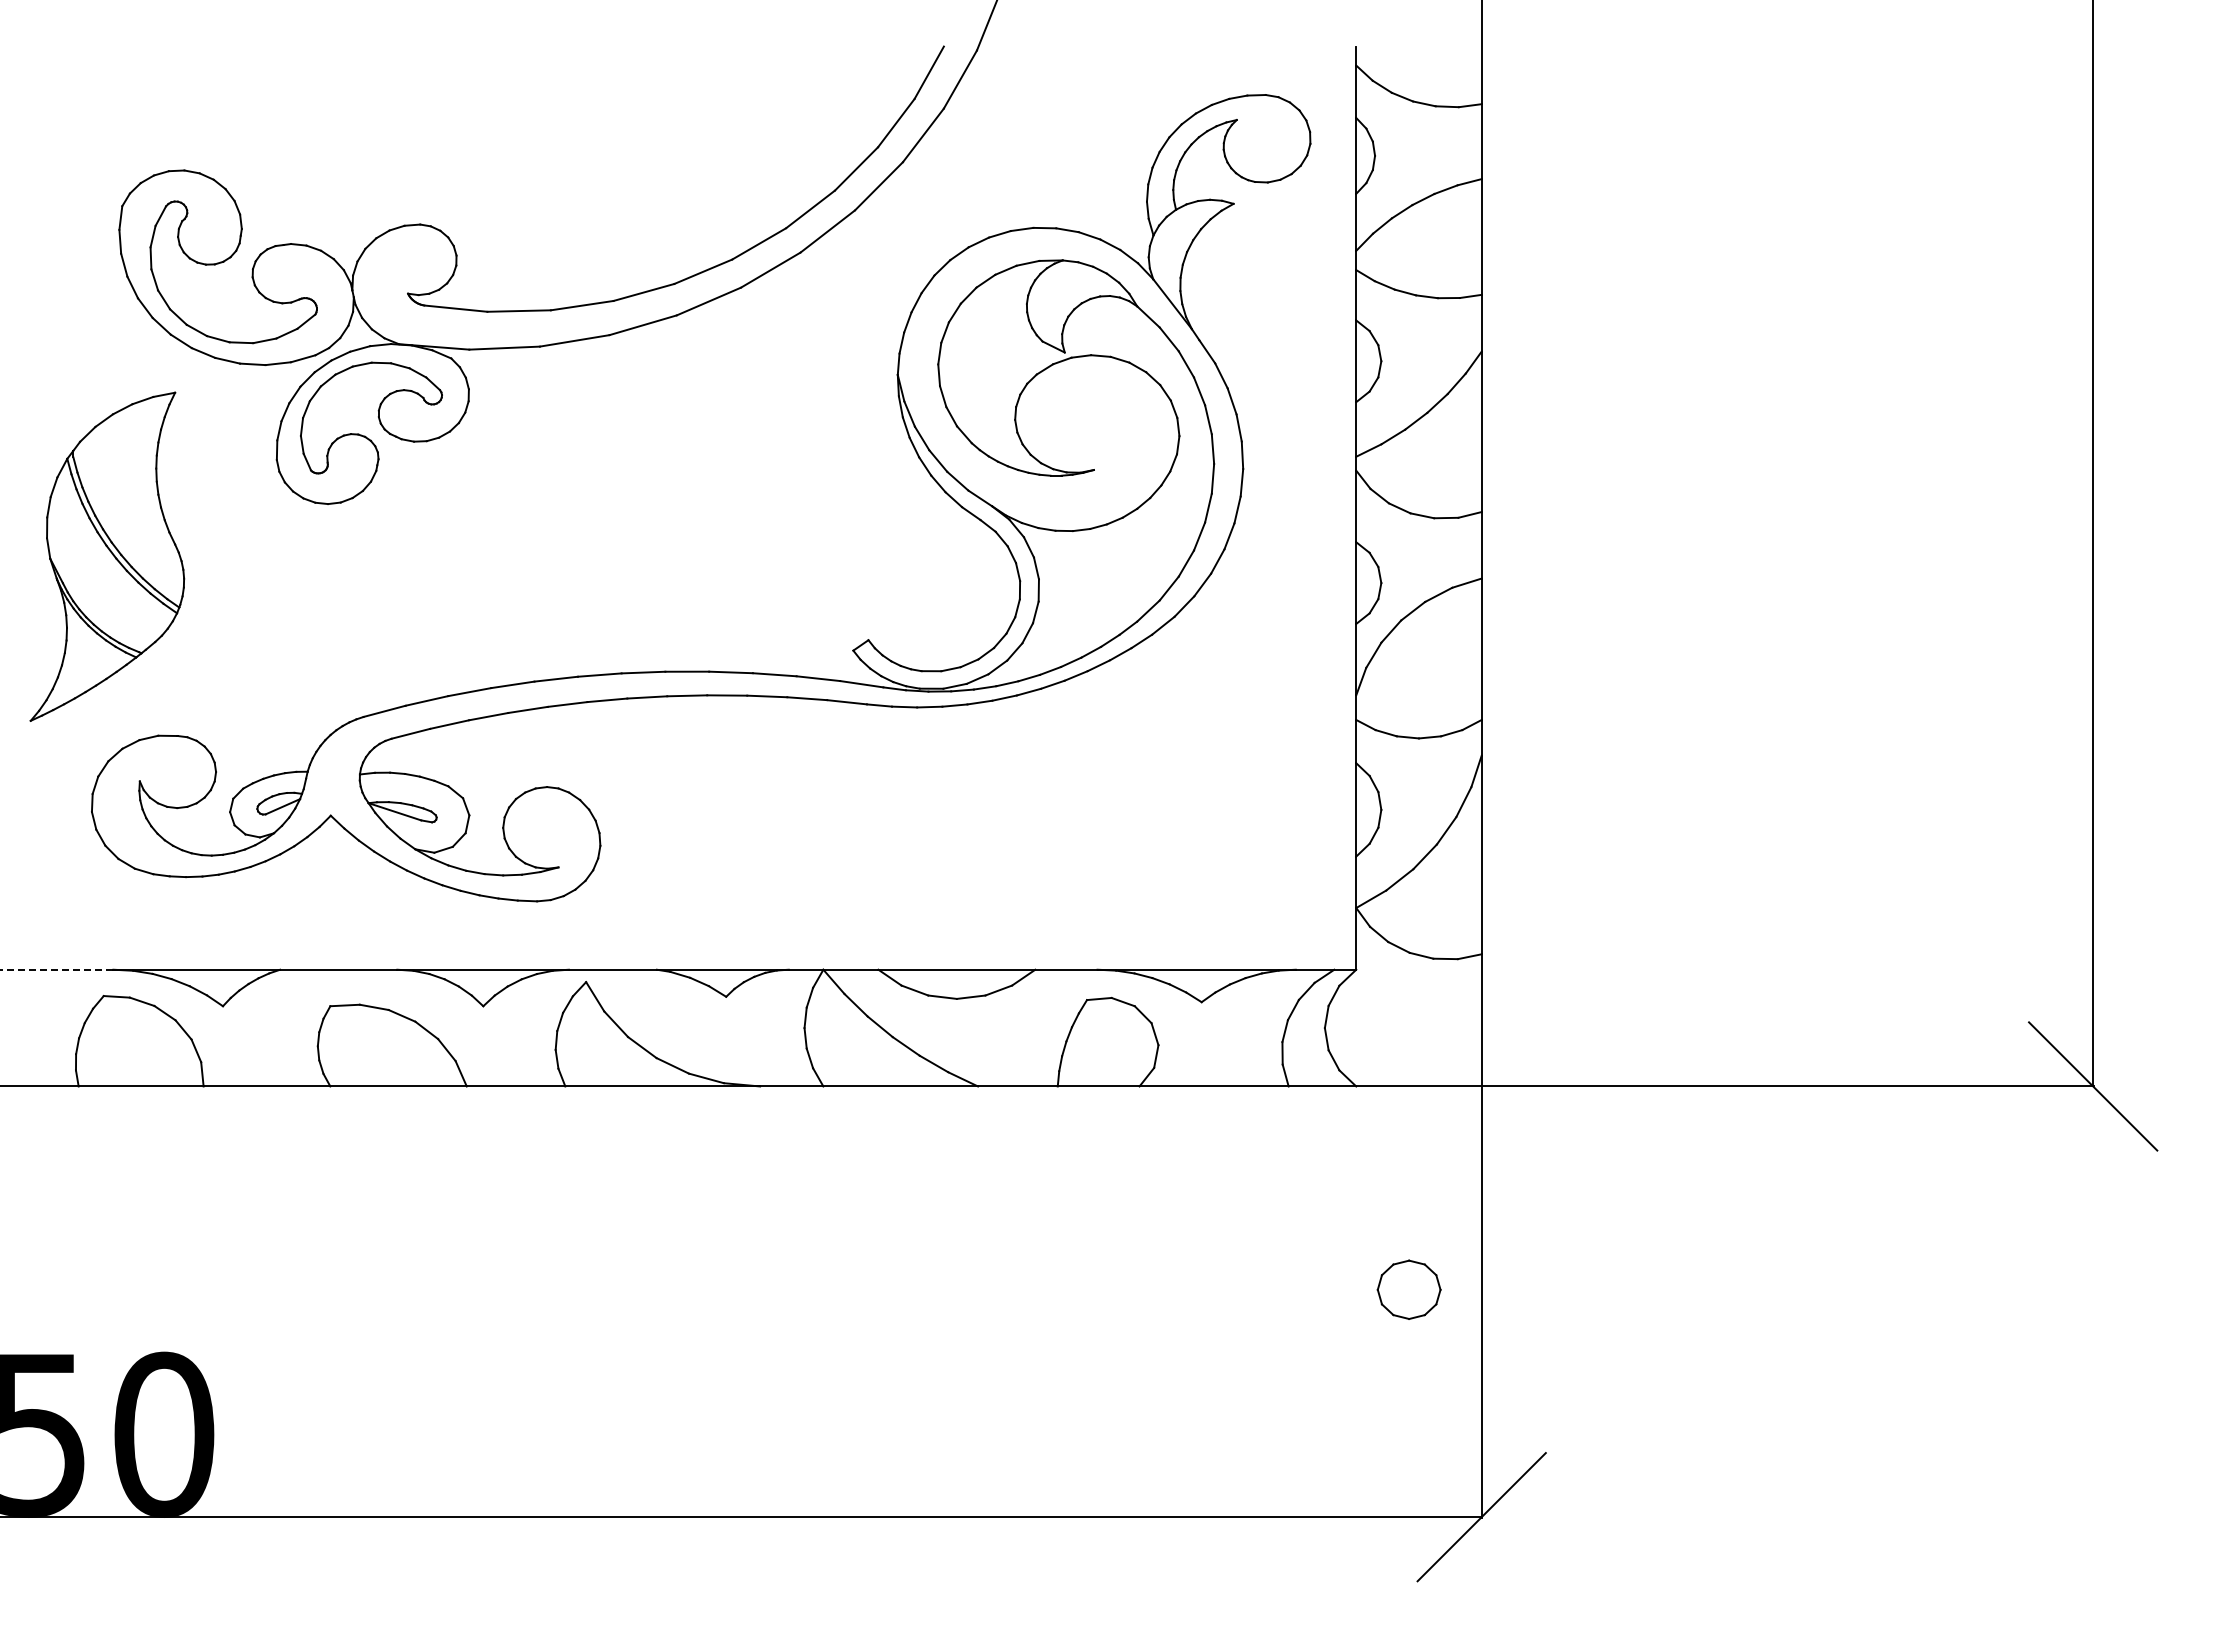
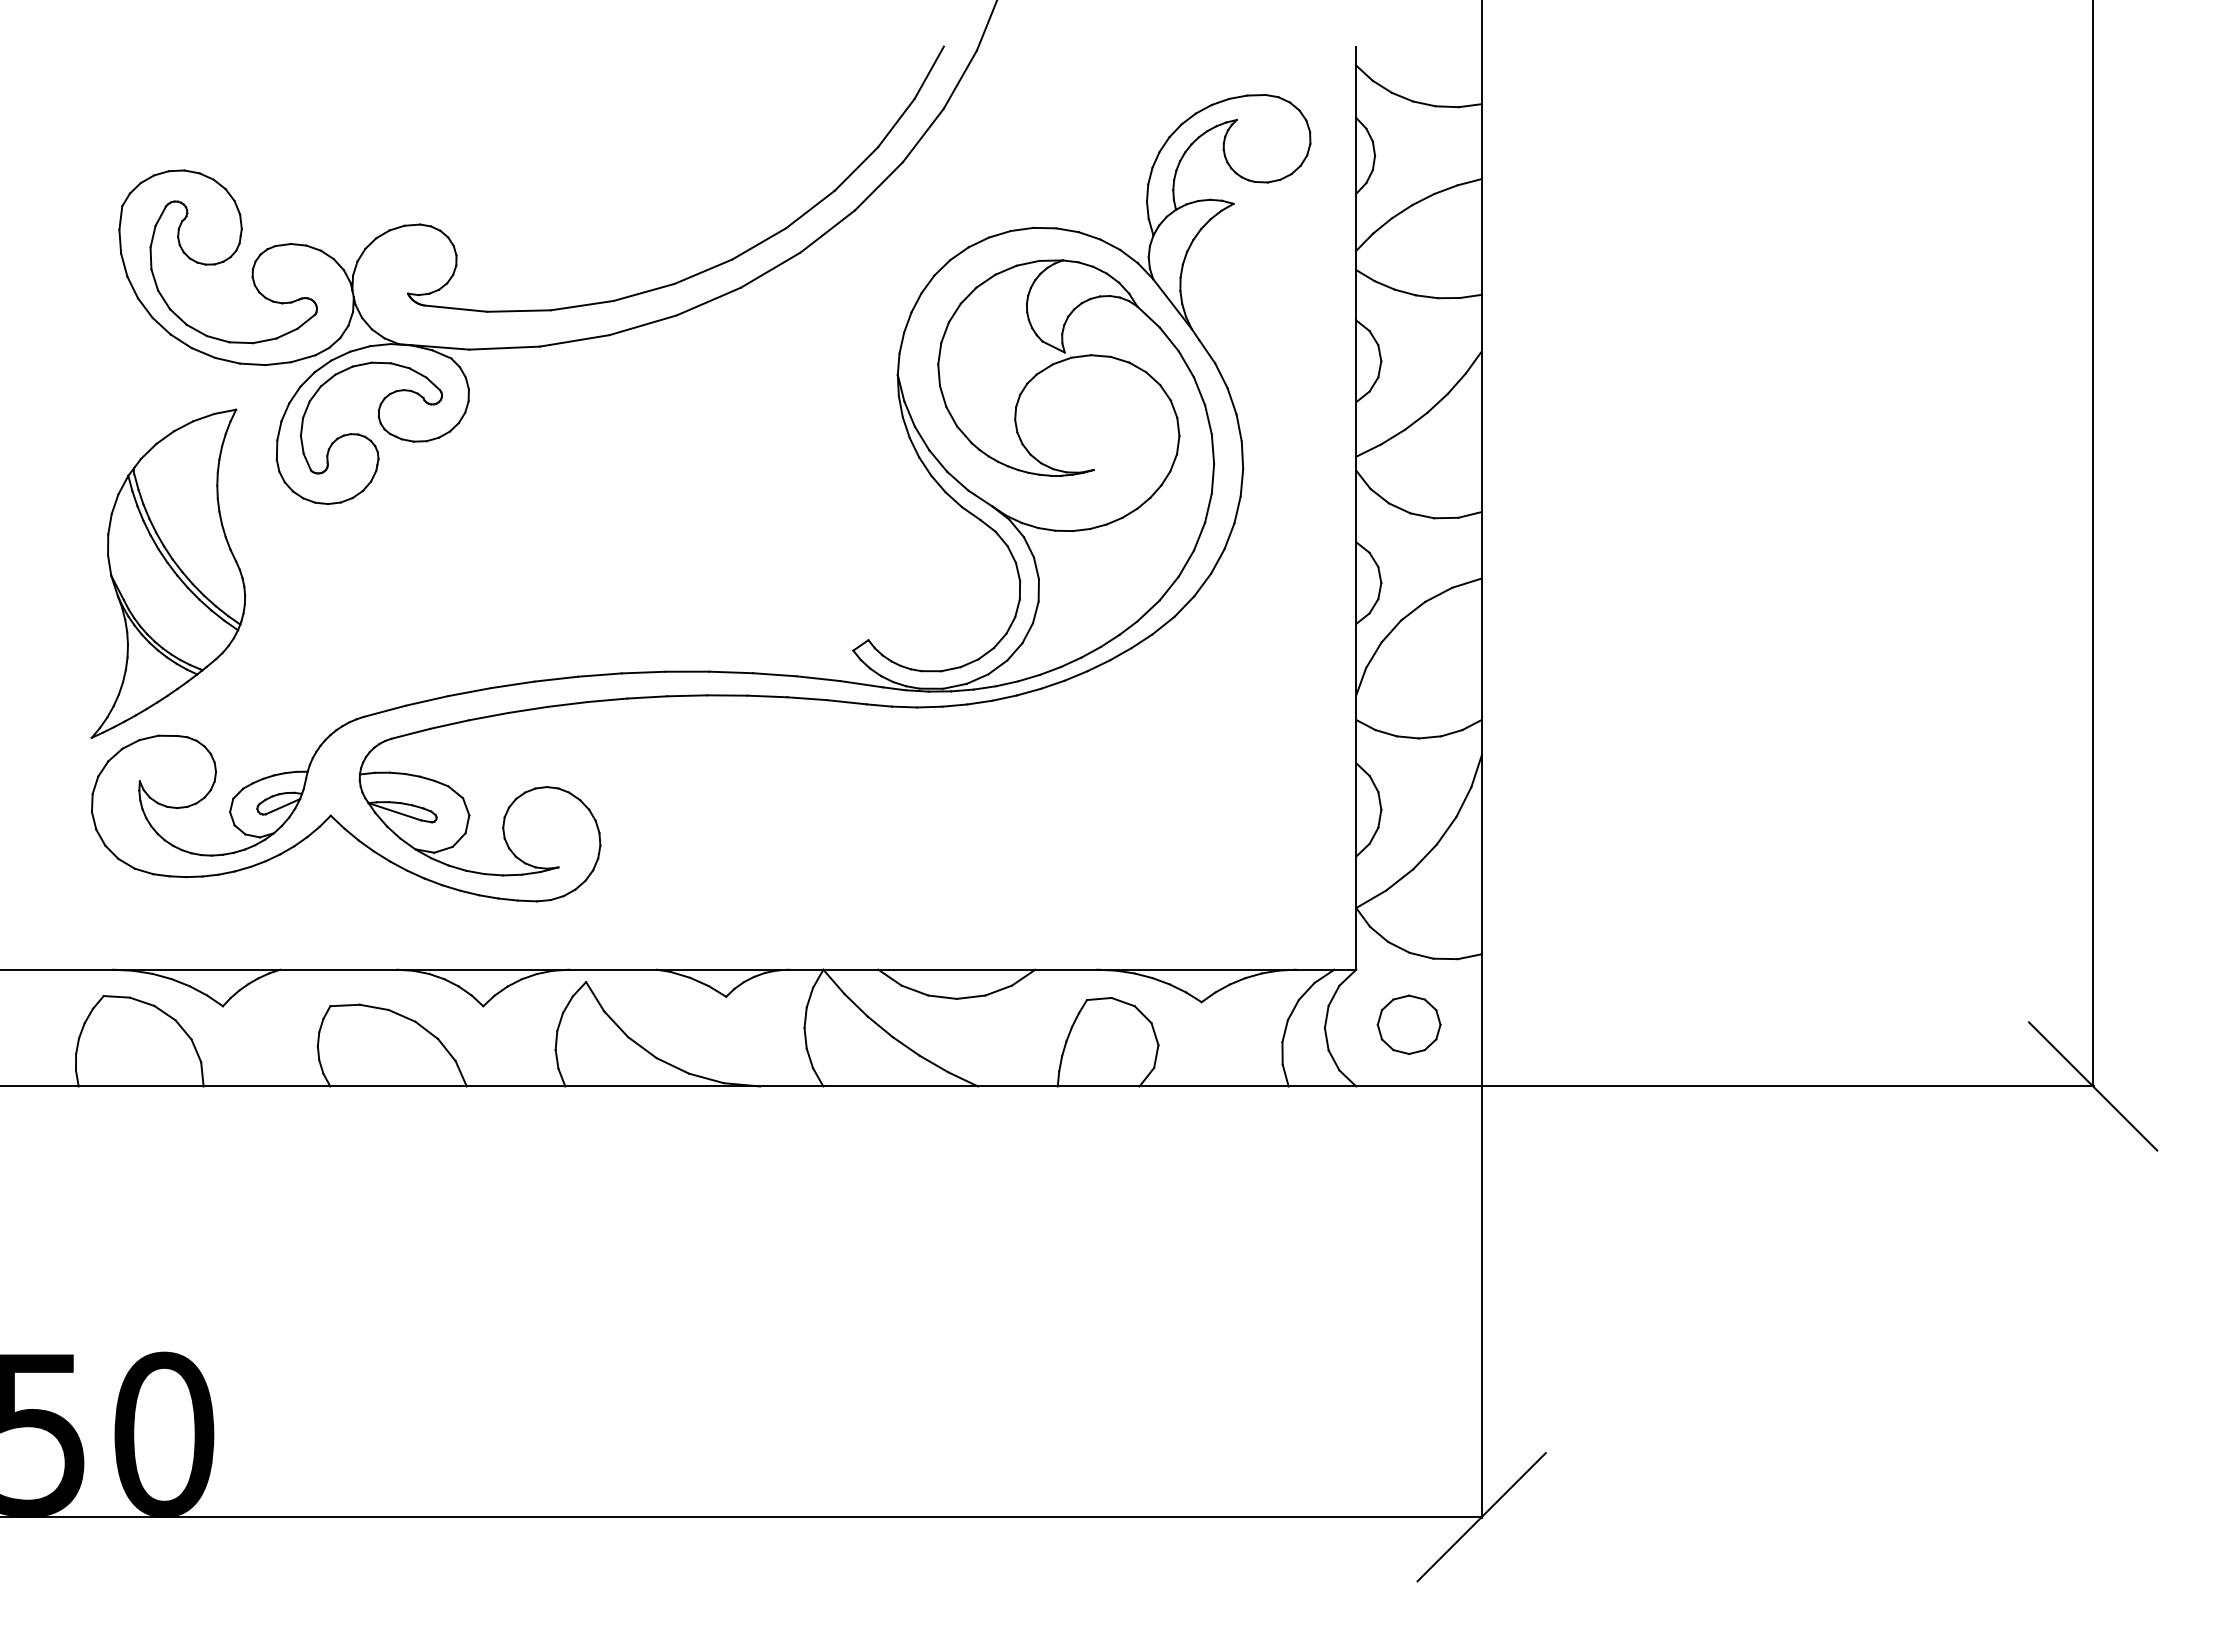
part at (107, 556) position: (107, 556) -> (168, 573)
line at (56, 969): dashed -> solid
part at (1408, 1289) position: (1408, 1289) -> (1408, 1024)
